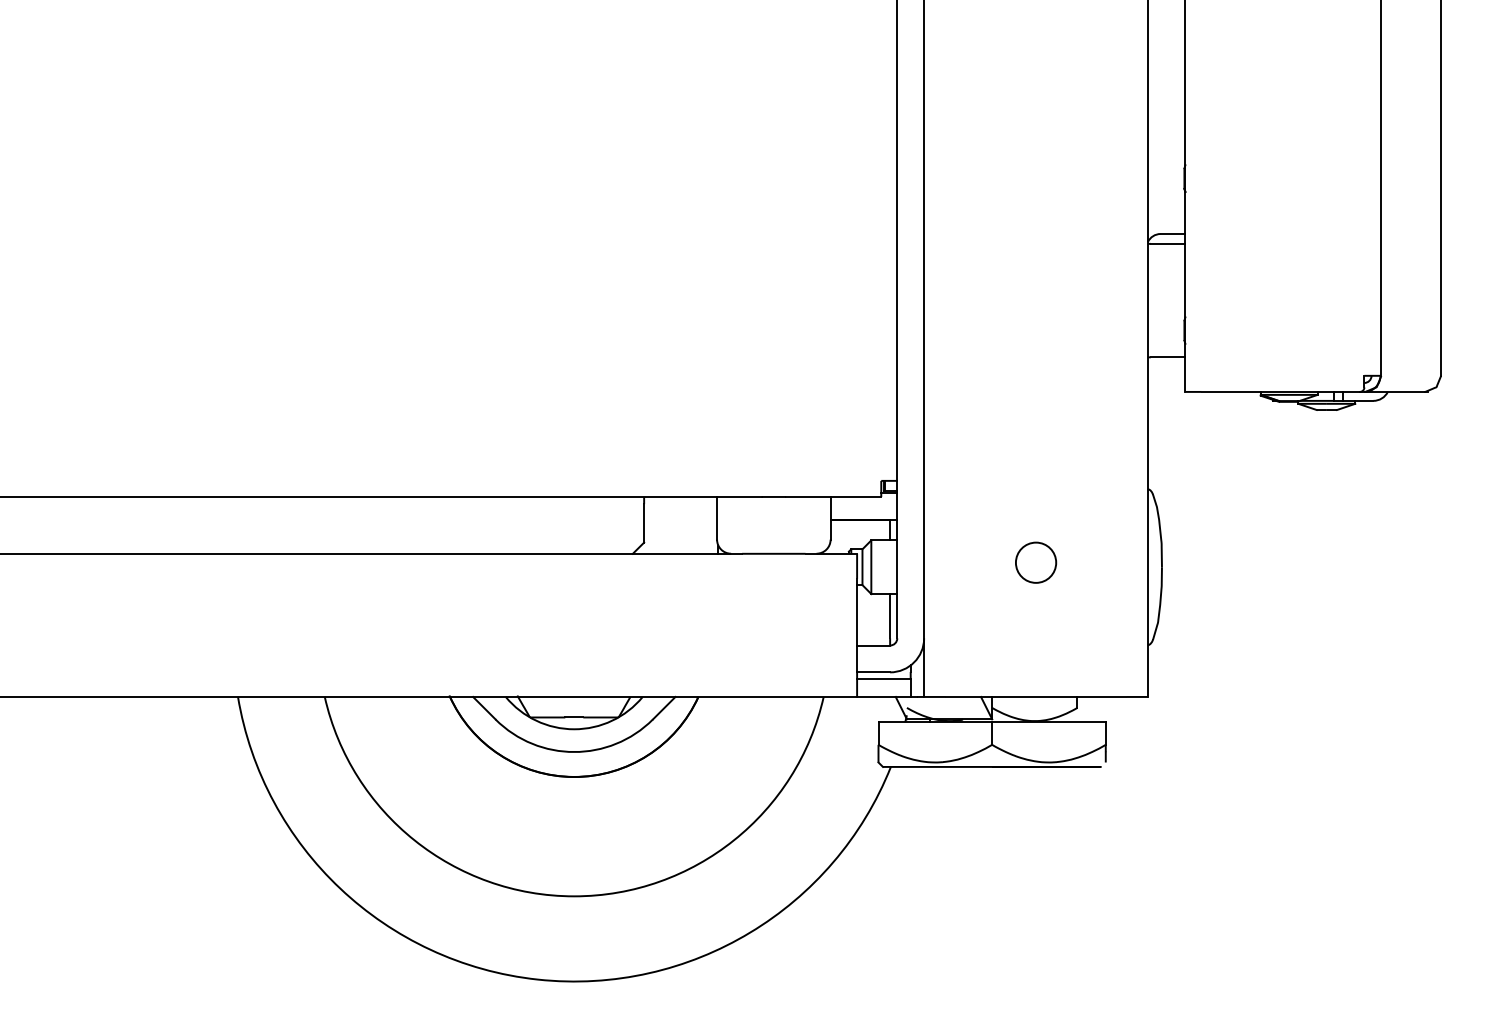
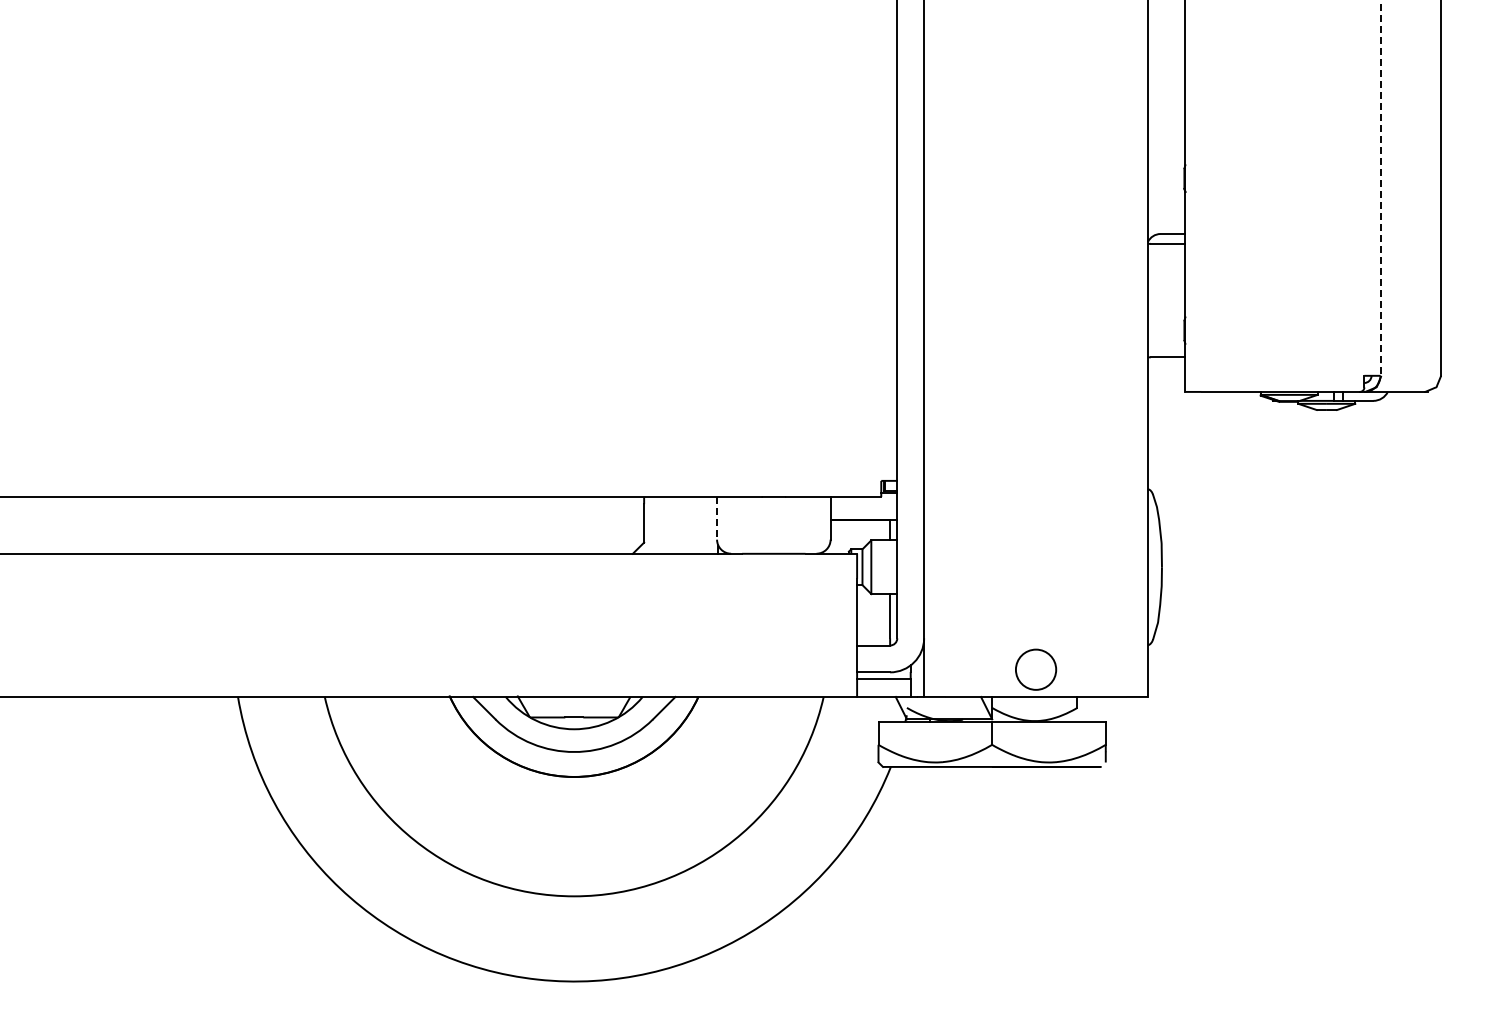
line at (1380, 188): solid -> dashed
line at (716, 518): solid -> dashed
circle at (1036, 562) position: (1036, 562) -> (1036, 669)
